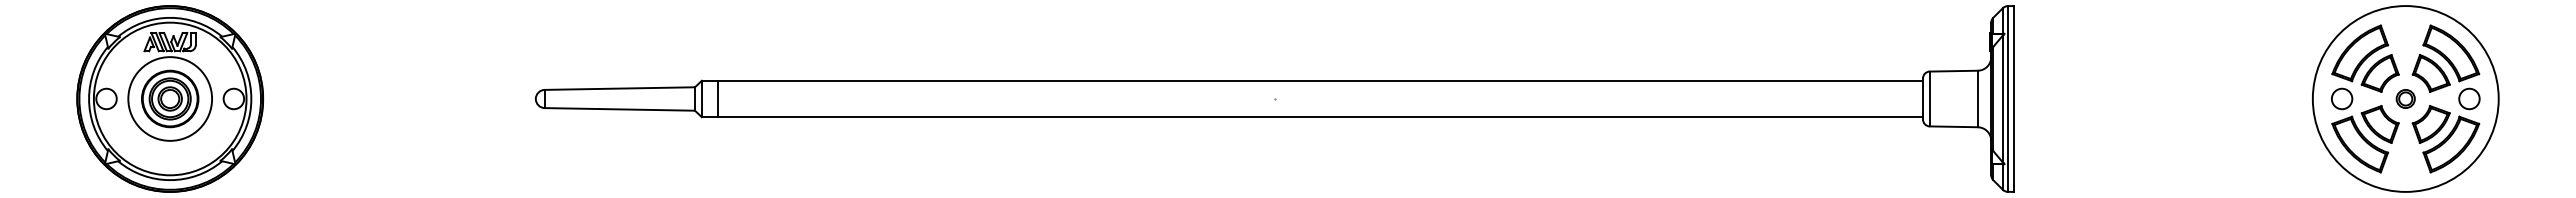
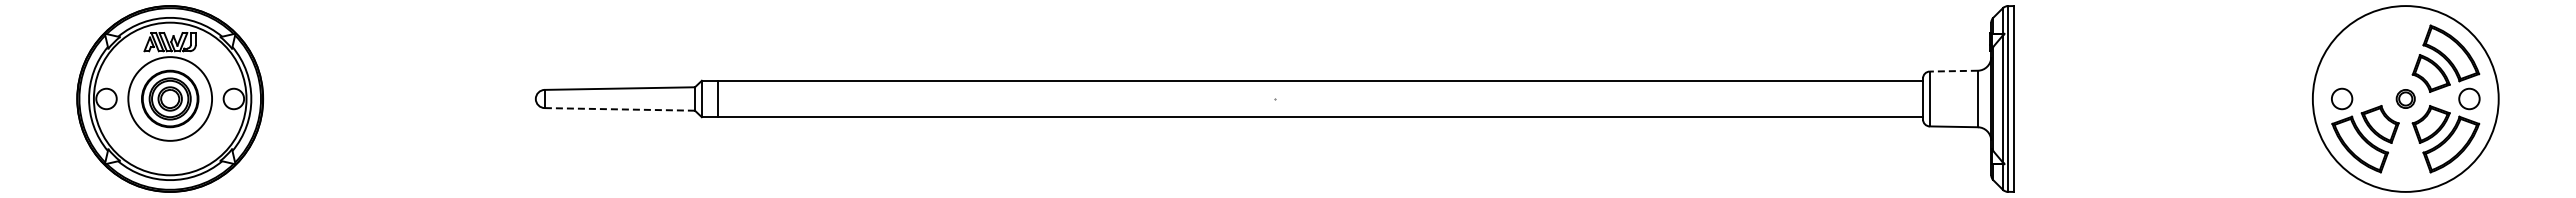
part at (2365, 58): present -> none
line at (1953, 71): solid -> dashed
line at (620, 109): solid -> dashed
